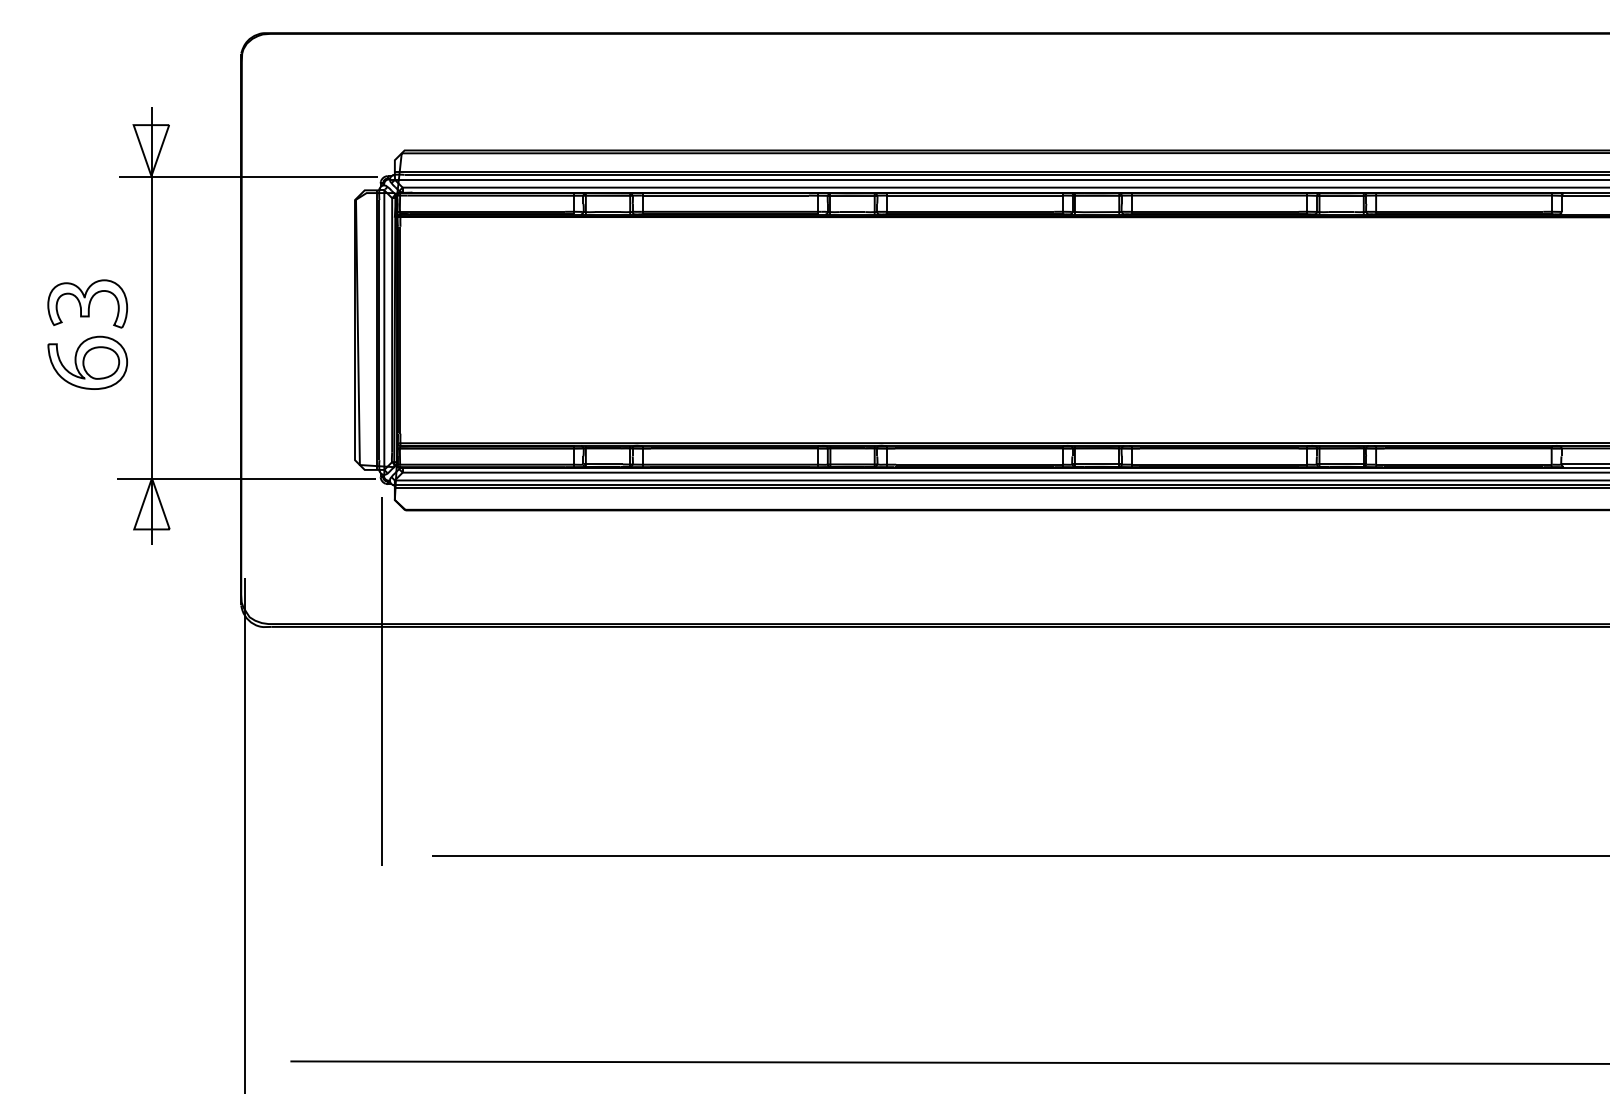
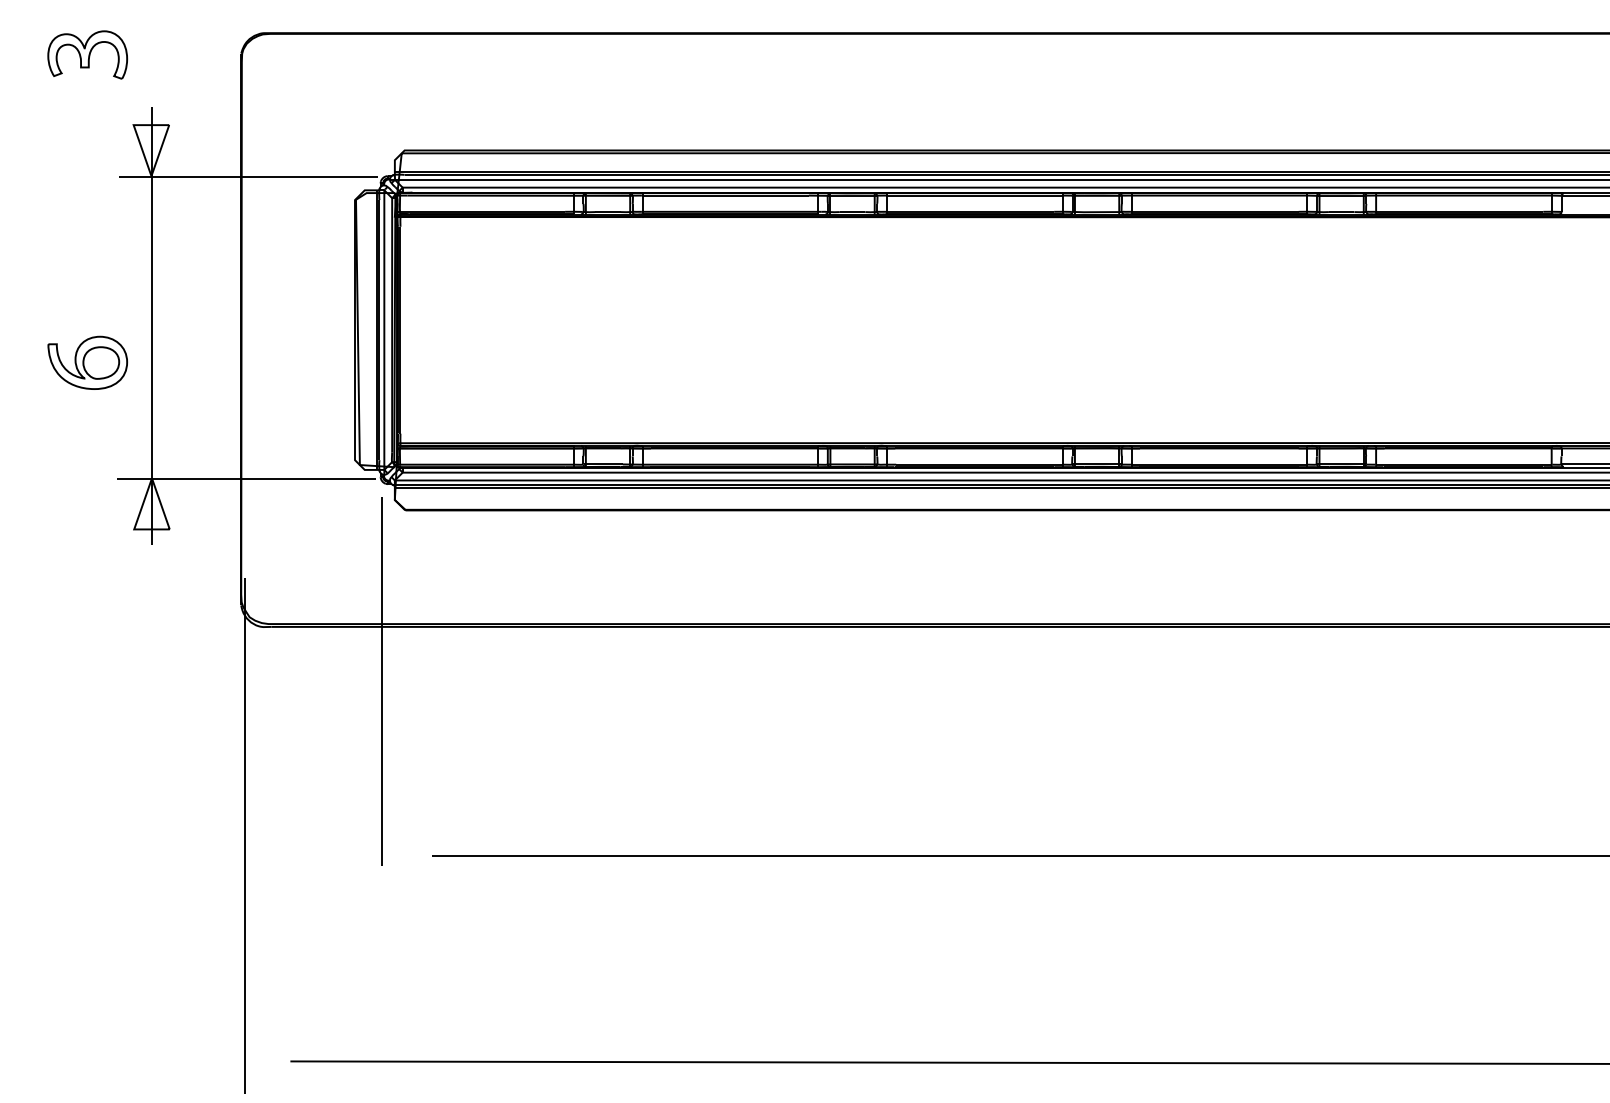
part at (87, 303) position: (87, 303) -> (87, 54)
